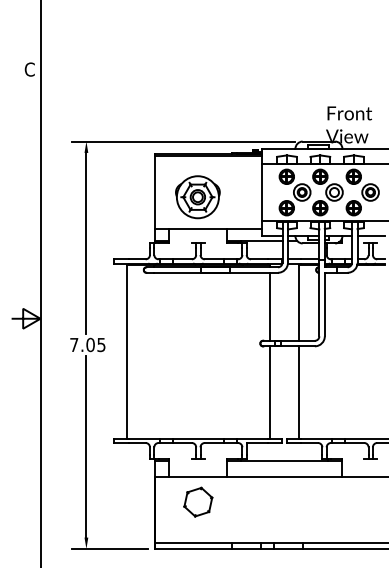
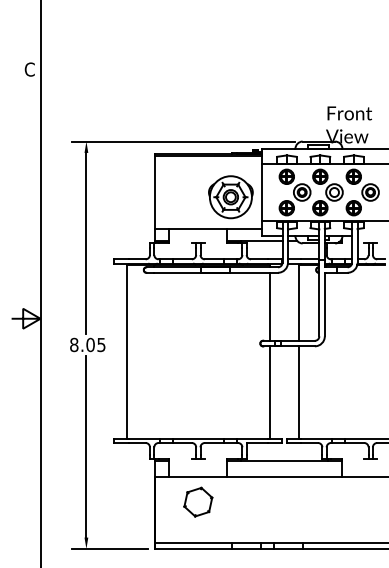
part at (197, 197) position: (197, 197) -> (230, 197)
line at (370, 235): present -> none
text at (74, 344): 7.05 -> 8.05
